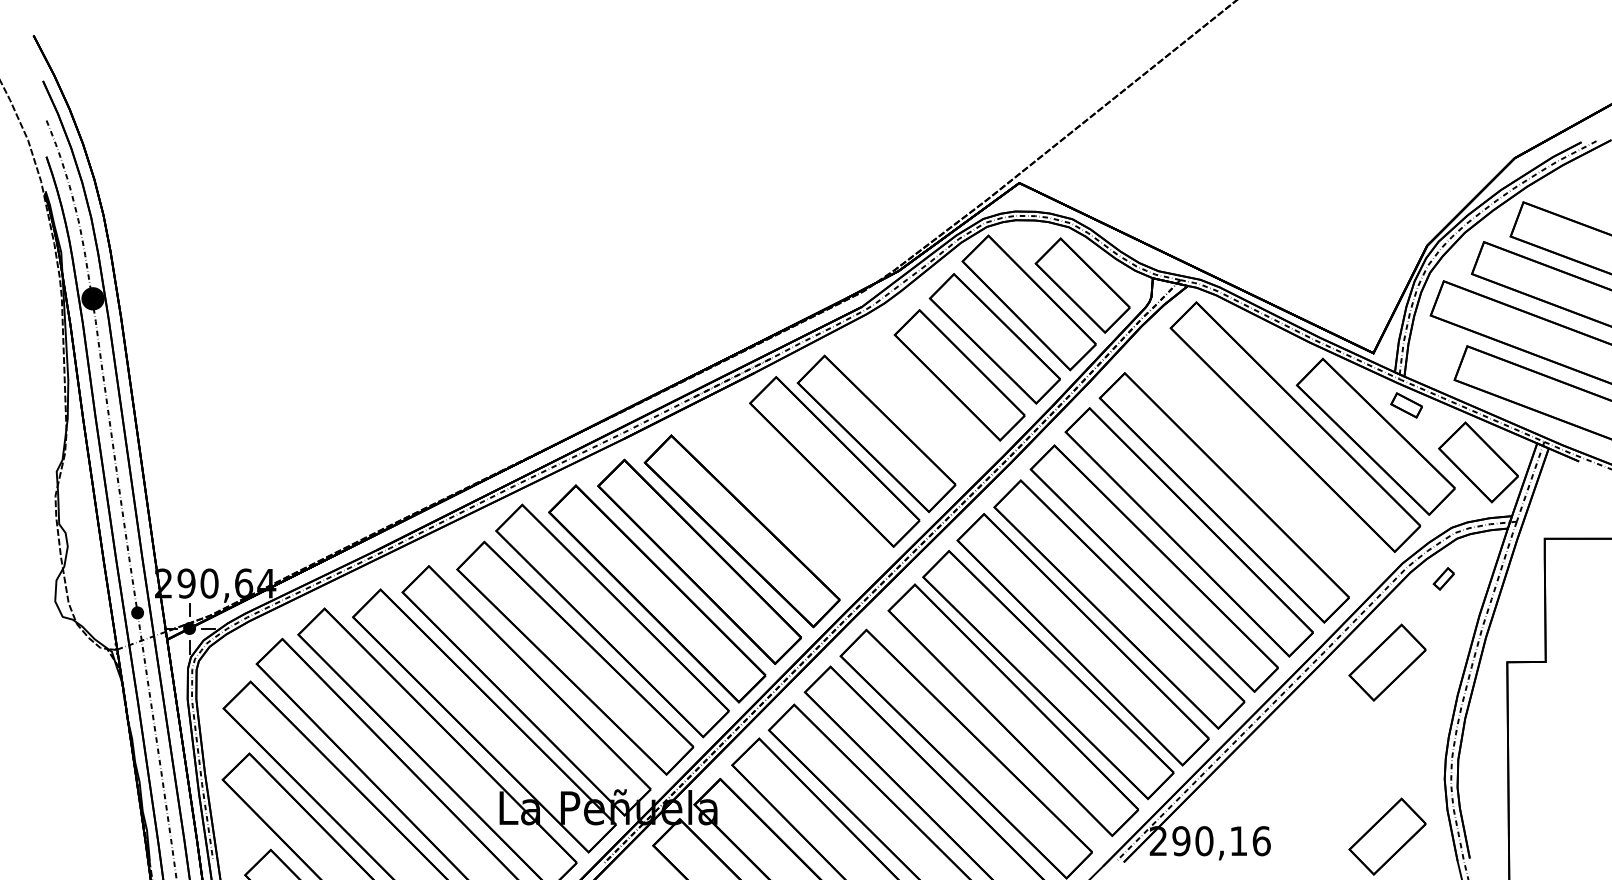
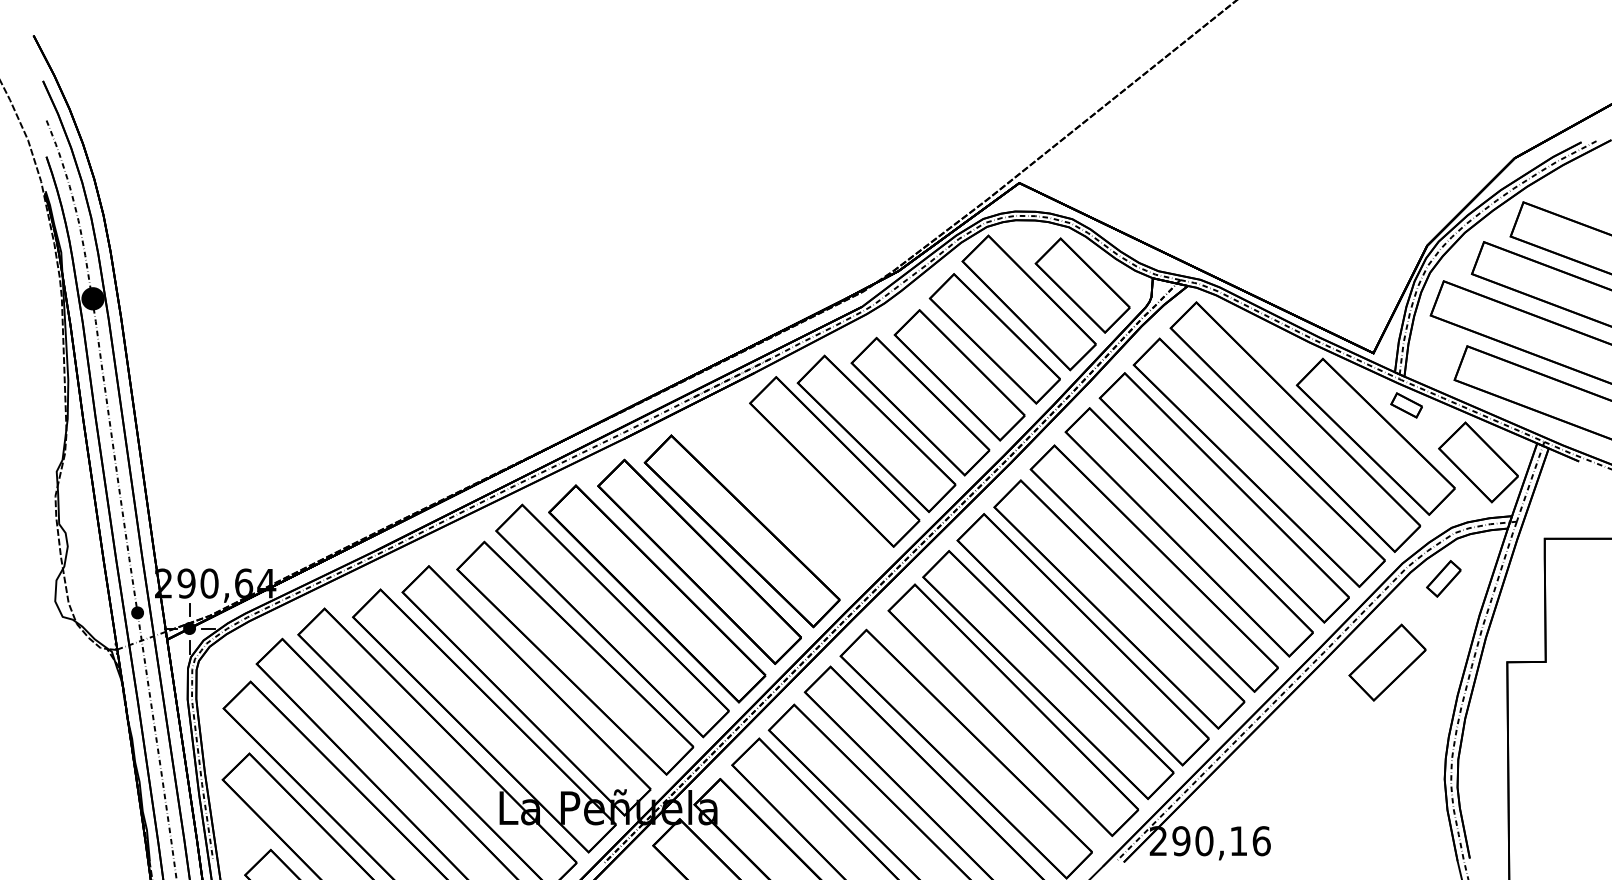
part at (920, 406): none -> present
part at (1258, 462): none -> present
part at (1443, 578) size: 23x24 px -> 36x38 px
part at (1387, 836): present -> none
